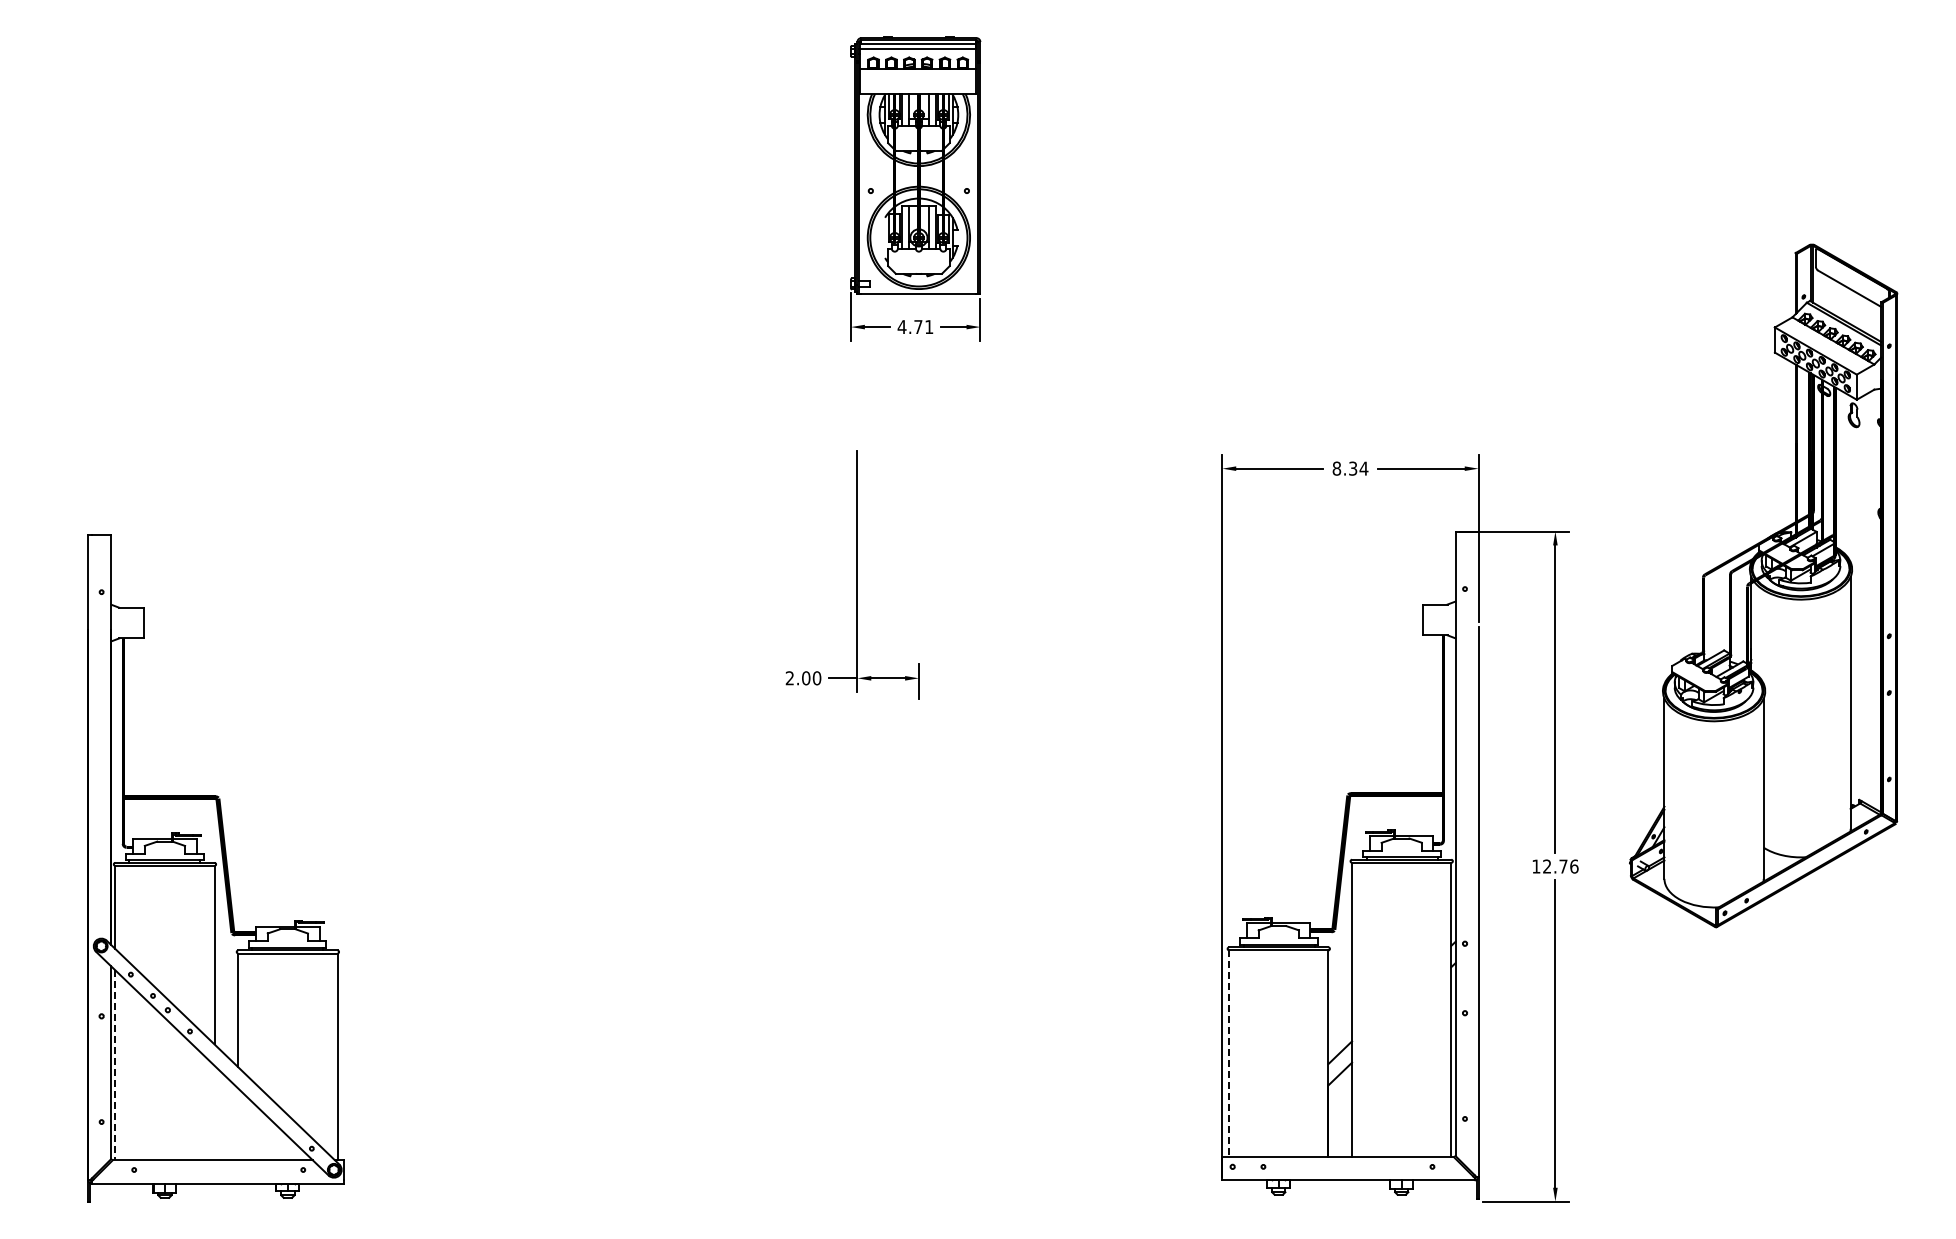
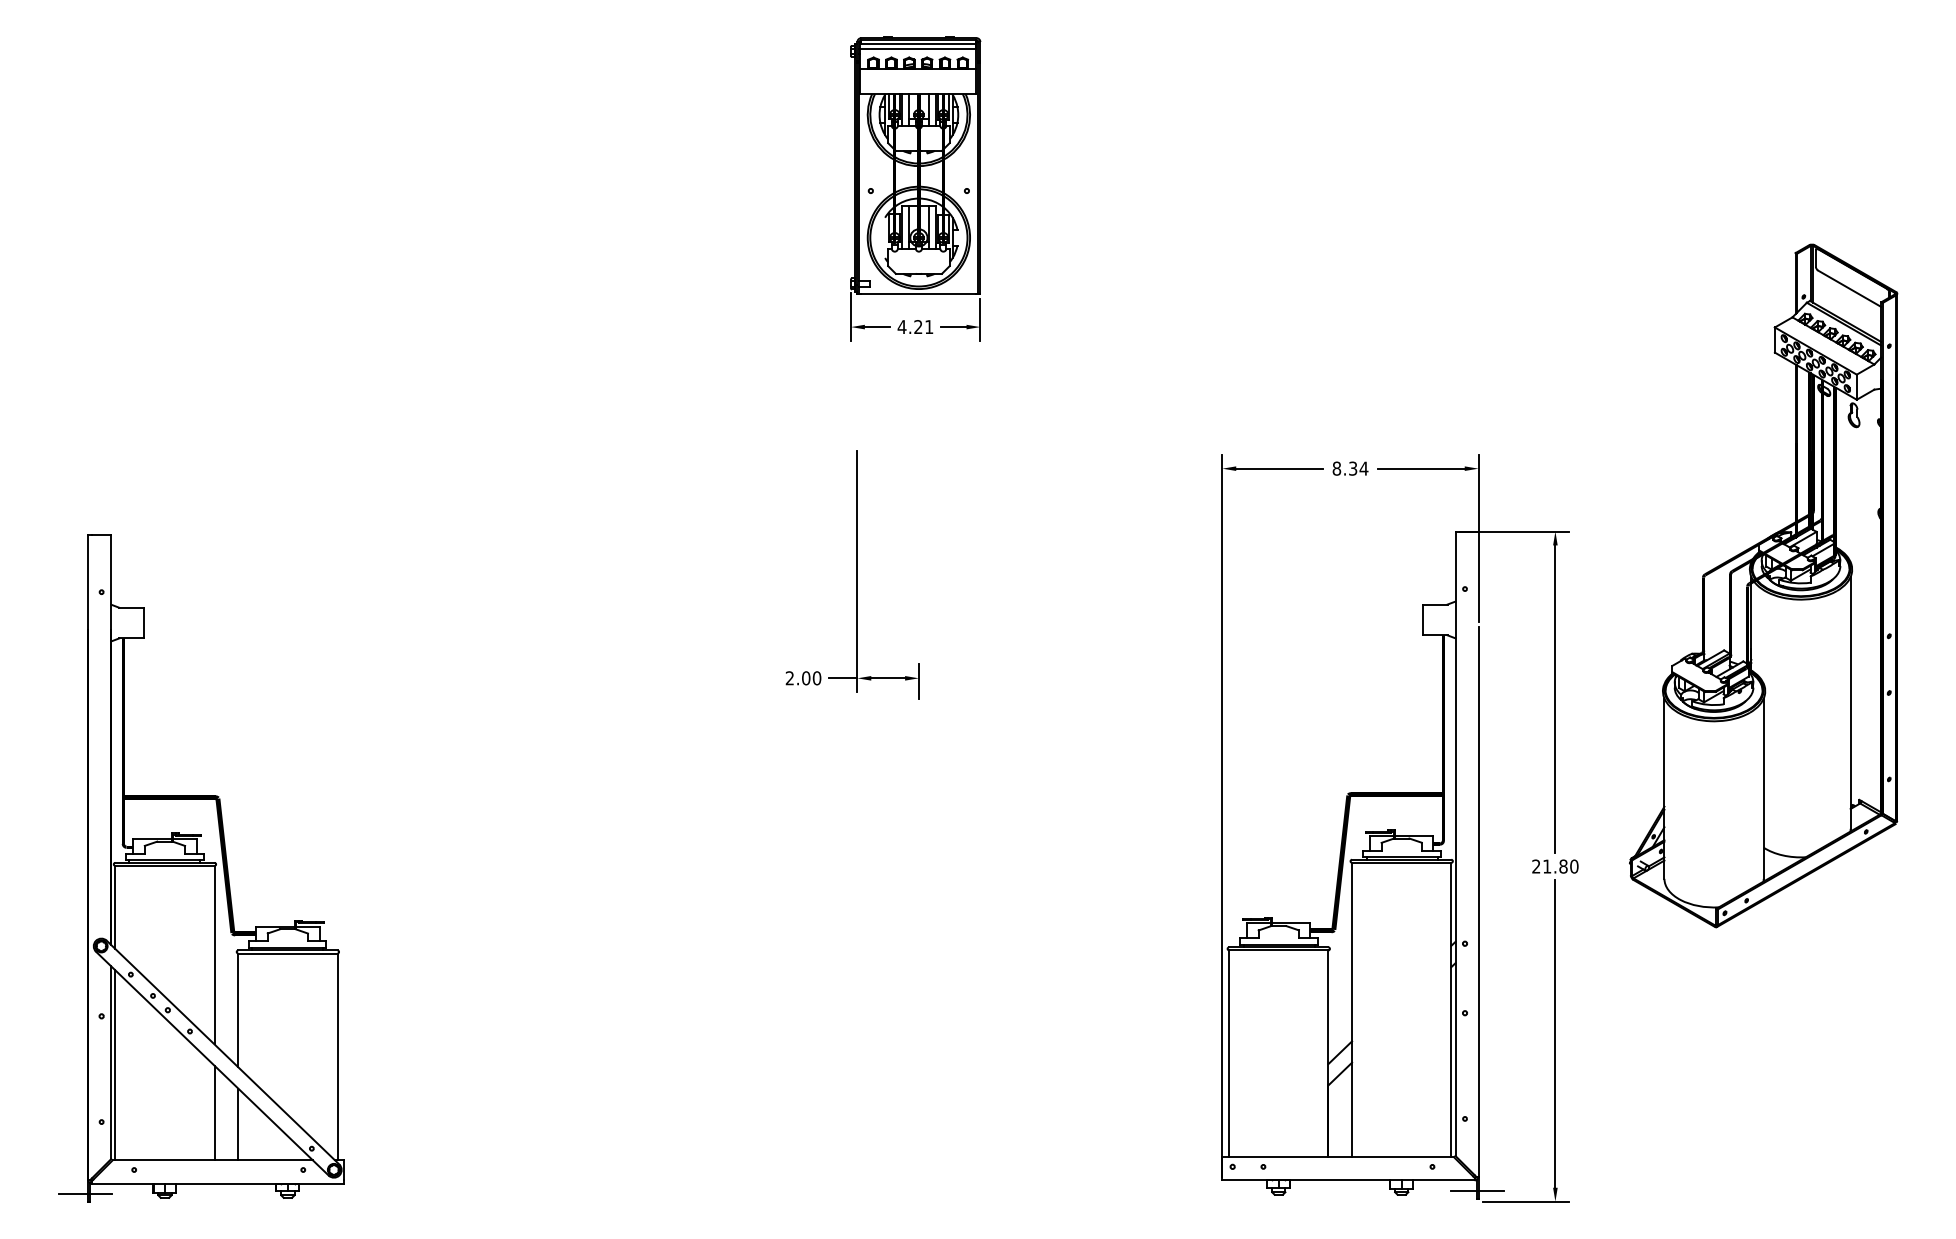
text at (918, 326): 4.71 -> 4.21
text at (1555, 866): 12.76 -> 21.80
line at (1229, 1054): dashed -> solid
line at (115, 1065): dashed -> solid
line at (214, 1112): none -> present
line at (238, 1124): none -> present
line at (1477, 1190): none -> present
line at (85, 1194): none -> present
